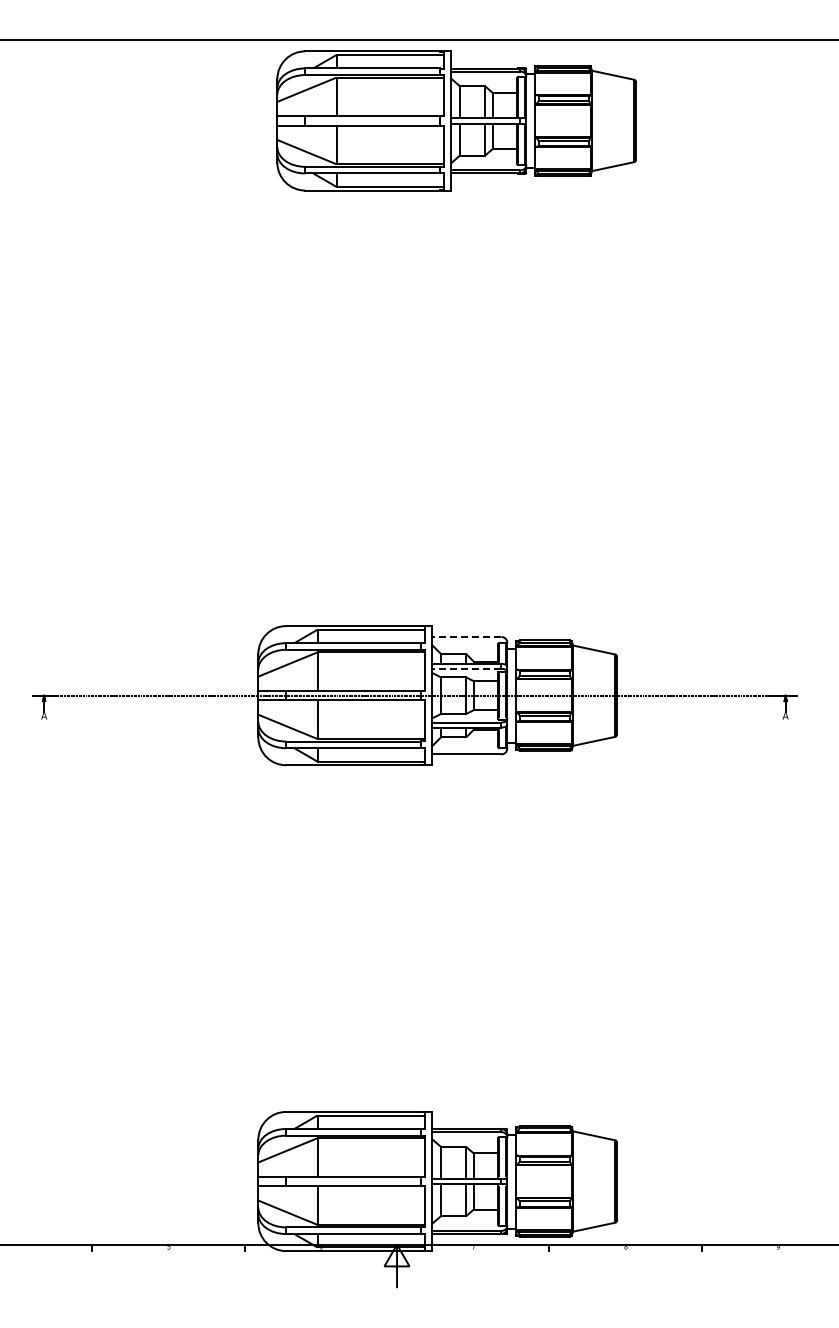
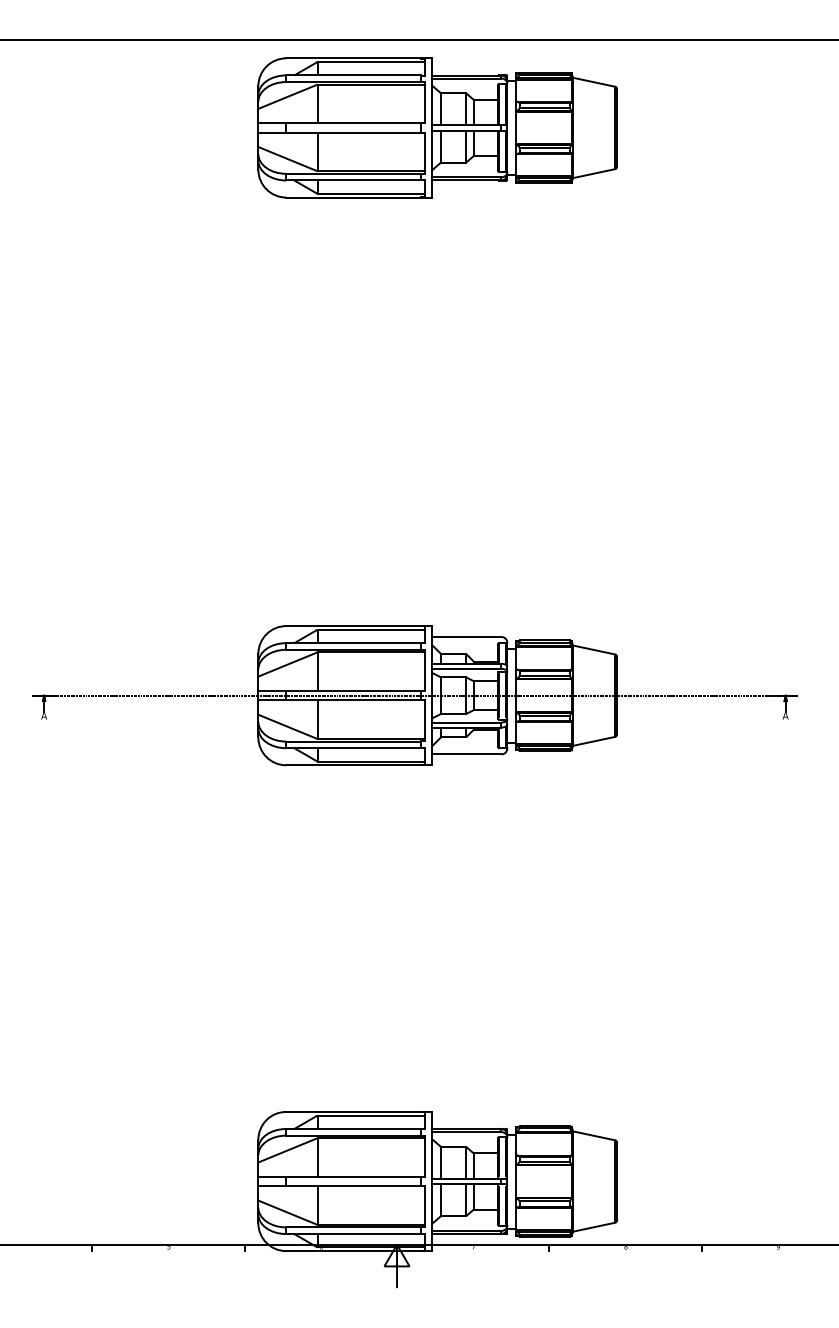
part at (456, 120) position: (456, 120) -> (437, 127)
line at (466, 636): dashed -> solid
line at (466, 668): dashed -> solid
